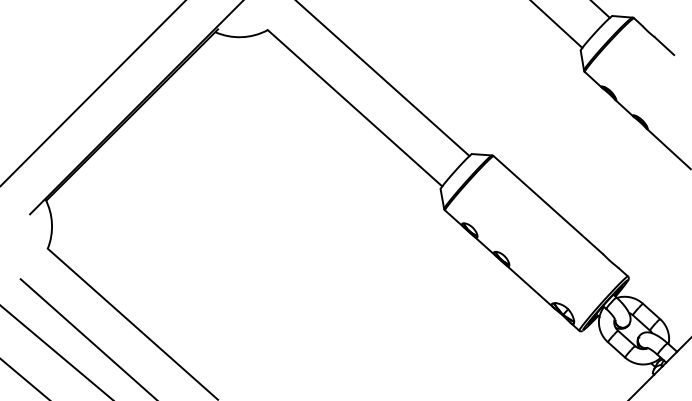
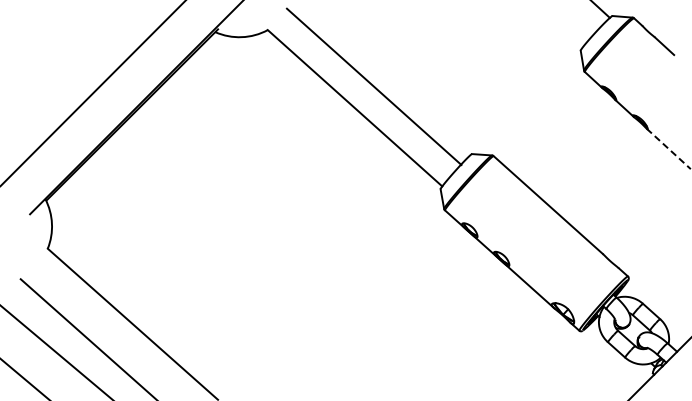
line at (557, 24): present -> none
line at (383, 79) position: (383, 79) -> (373, 86)
line at (668, 148): solid -> dashed
